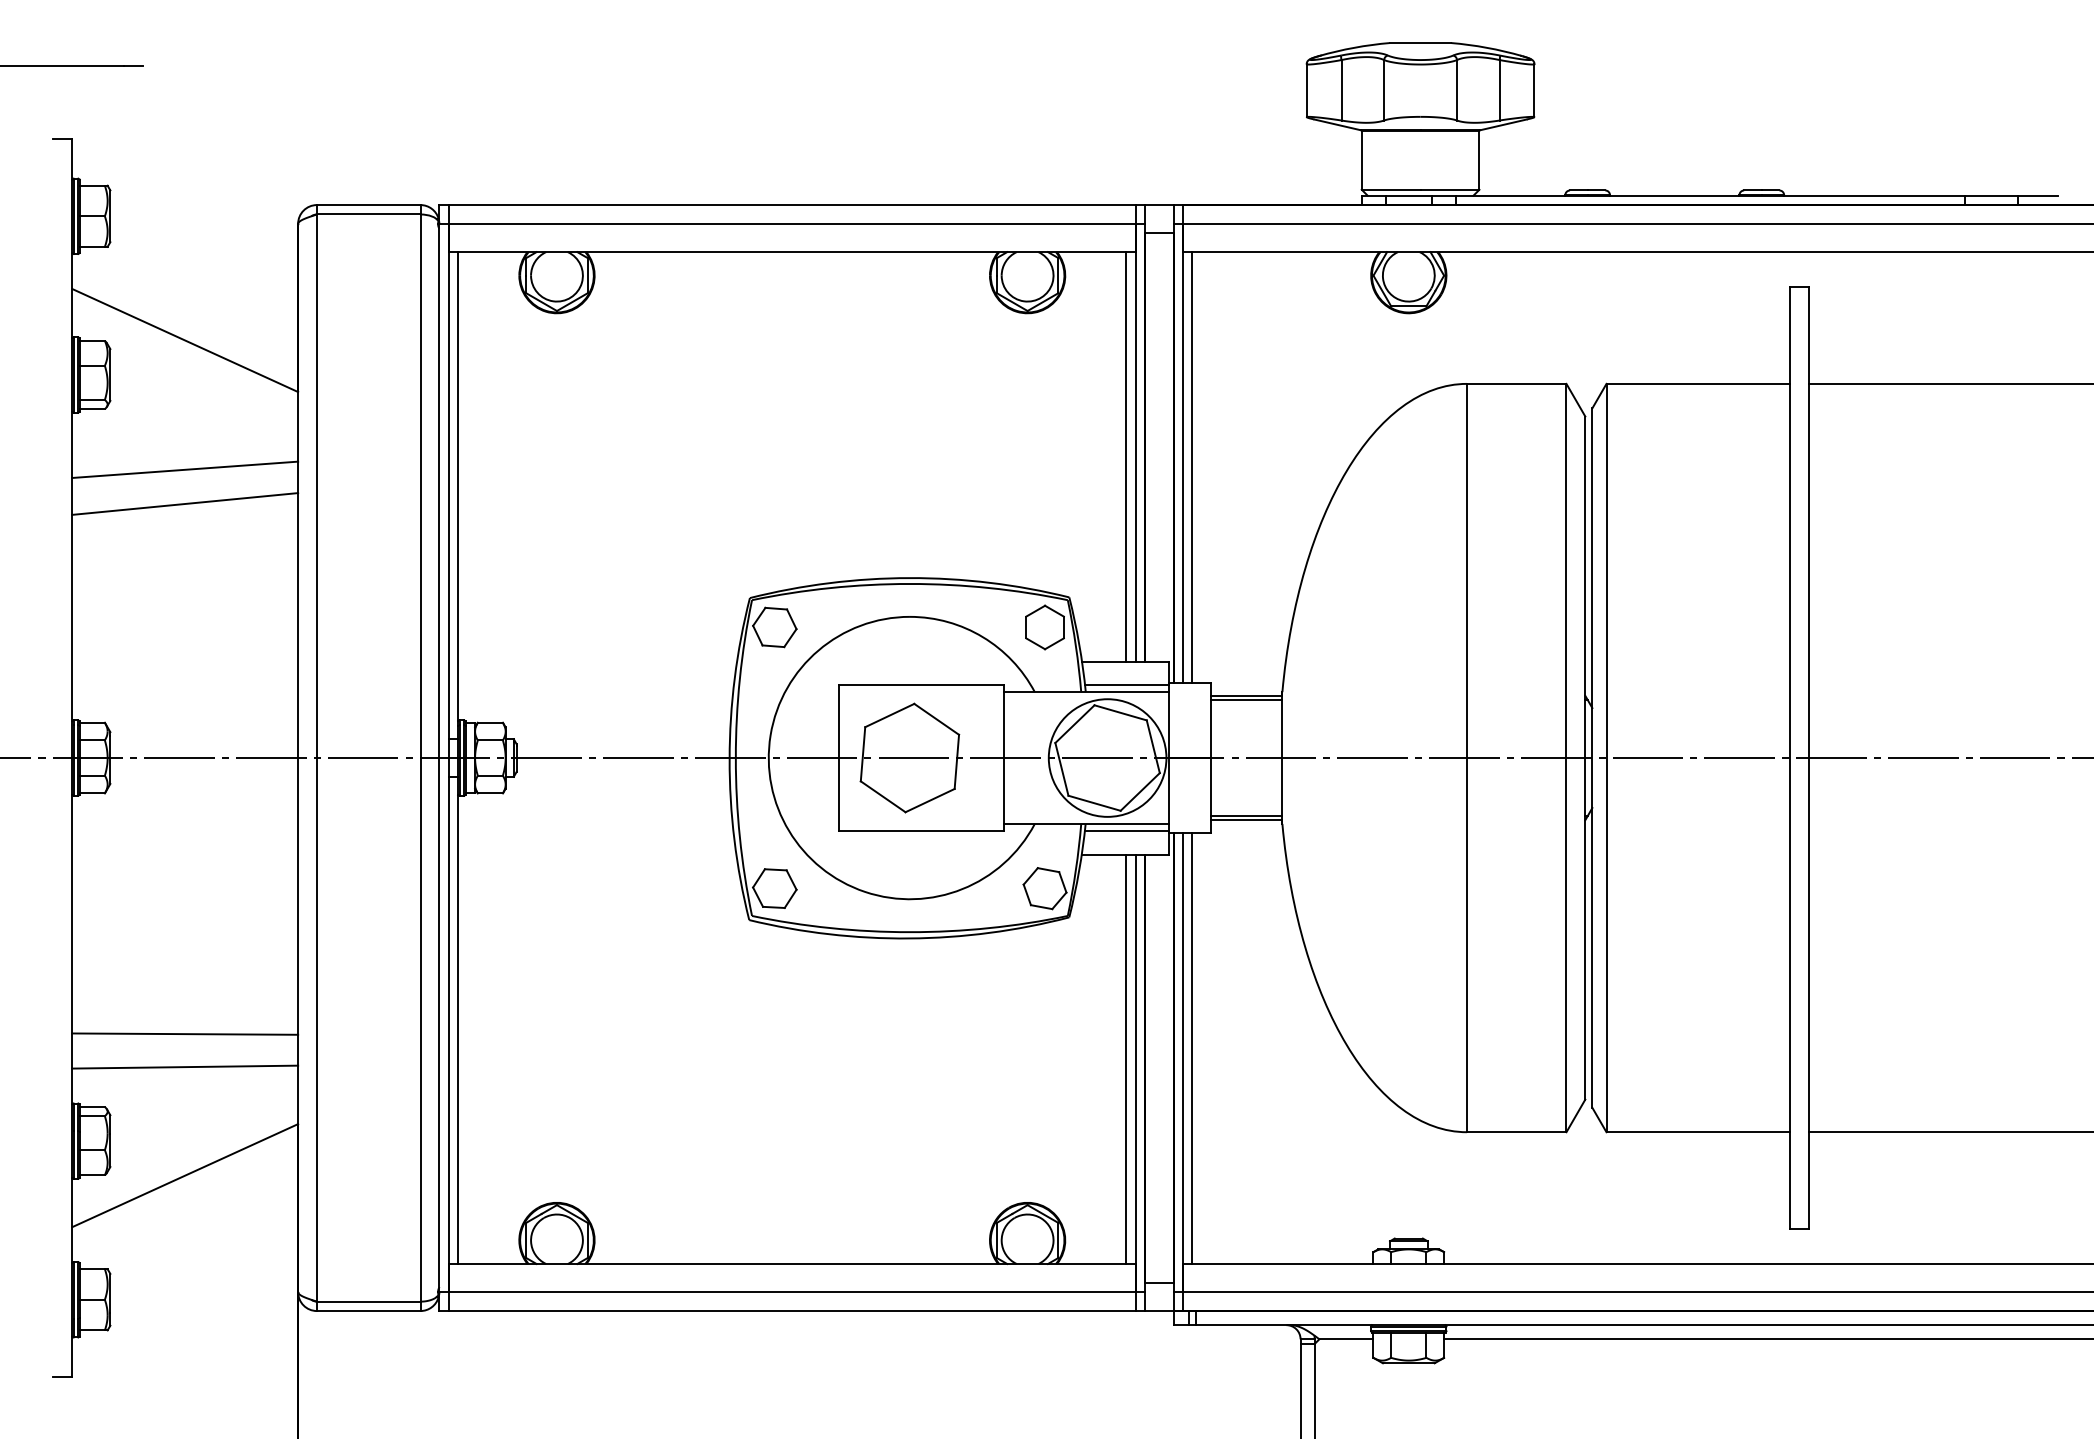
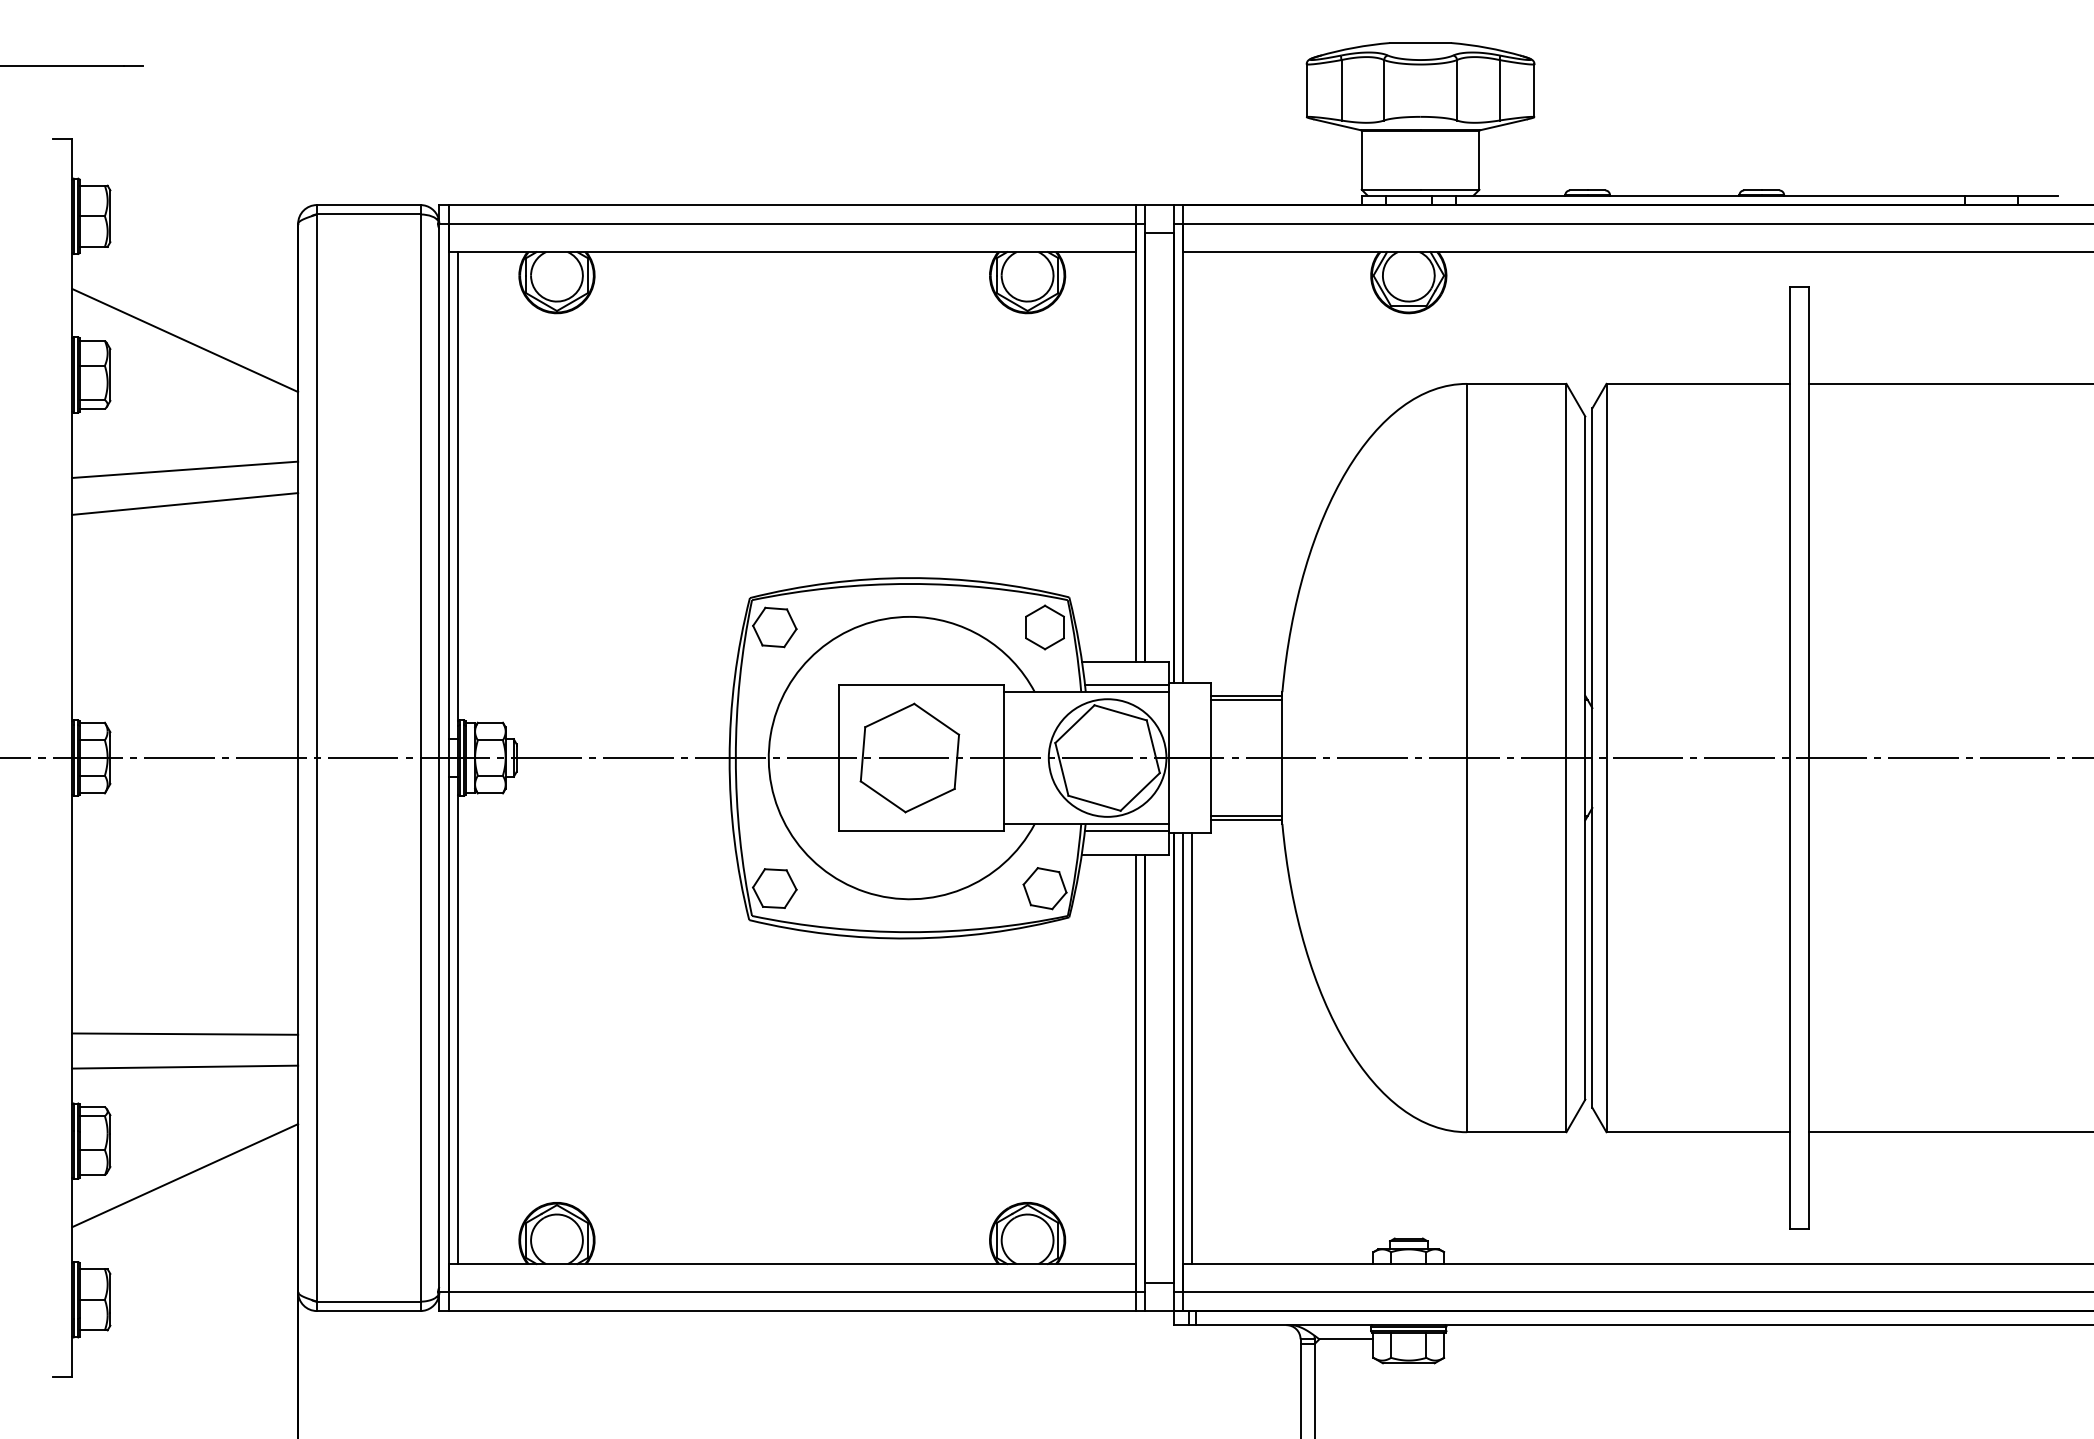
line at (1126, 456): present -> none
line at (1192, 467): present -> none
line at (1126, 1058): present -> none
line at (1767, 1339): present -> none
